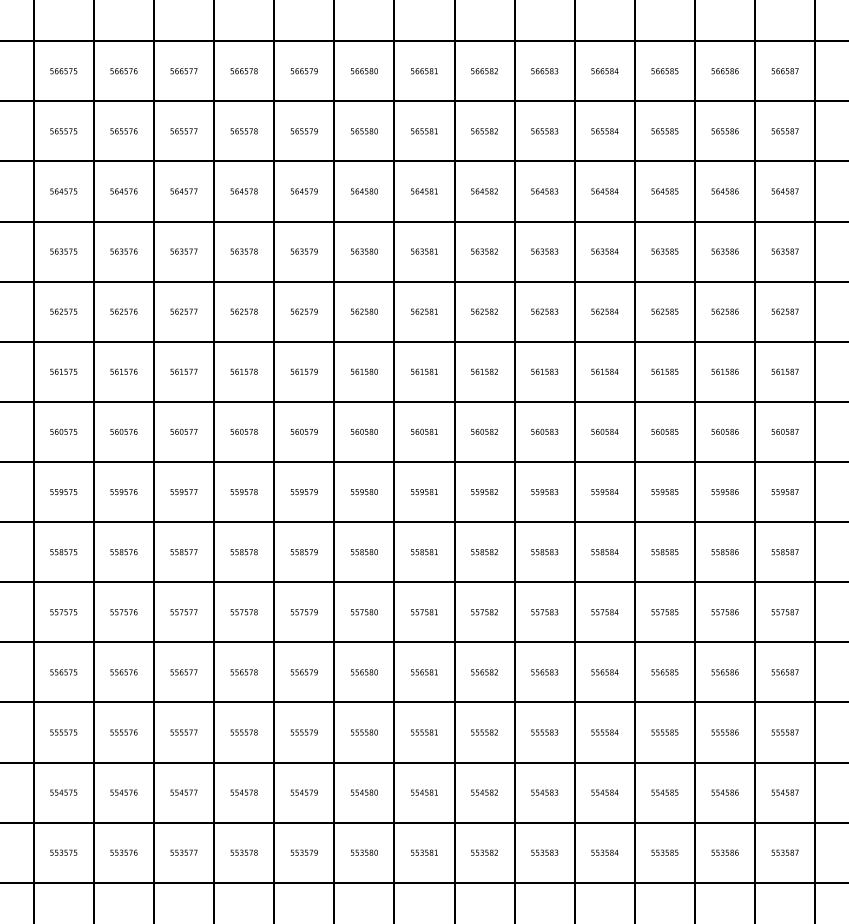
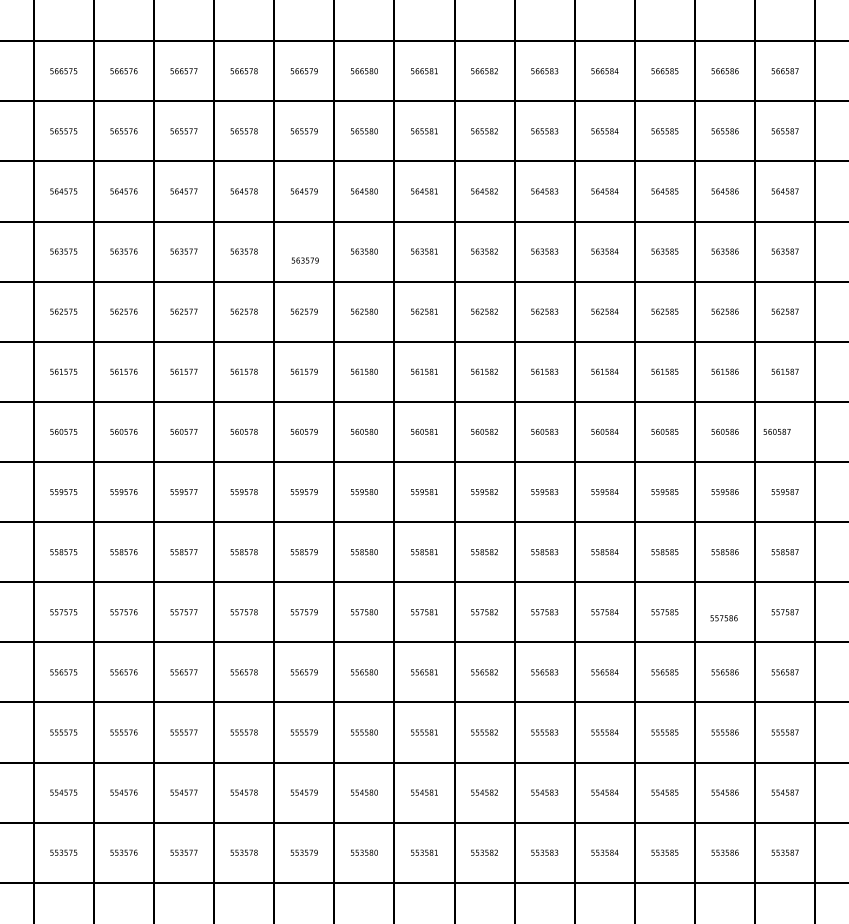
text at (303, 251) position: (303, 251) -> (304, 260)
text at (784, 431) position: (784, 431) -> (776, 431)
text at (724, 612) position: (724, 612) -> (723, 618)
